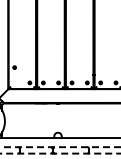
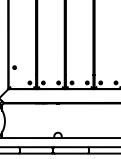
line at (60, 147): dashed -> solid
line at (60, 153): dashed -> solid
